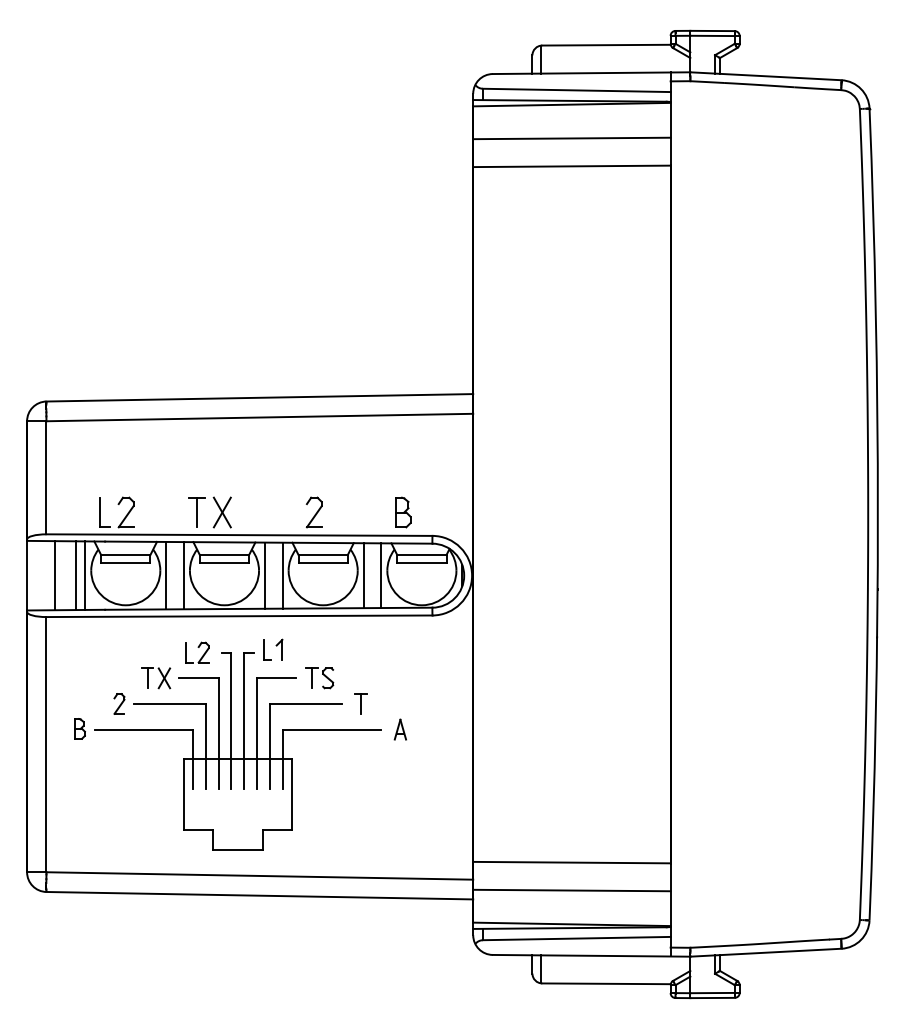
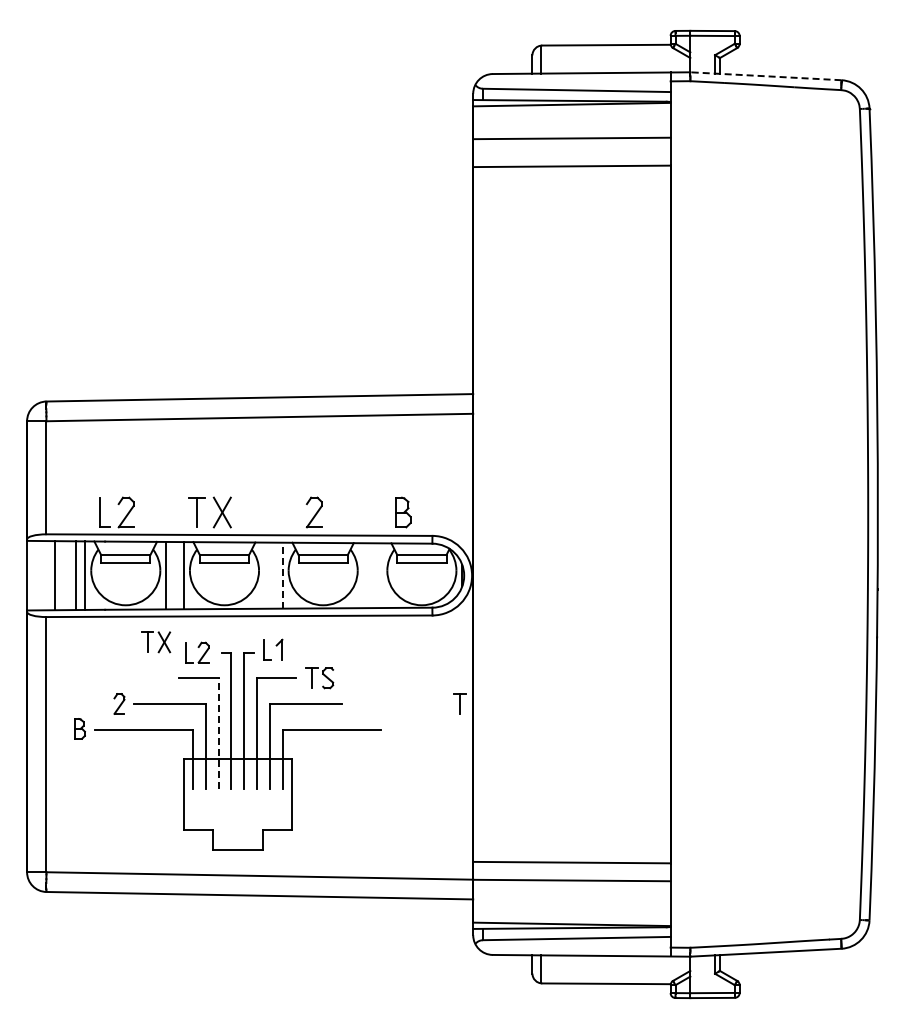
line at (765, 76): solid -> dashed
line at (264, 575): present -> none
line at (282, 575): solid -> dashed
line at (363, 575): present -> none
line at (381, 575): present -> none
part at (156, 678) position: (156, 678) -> (156, 642)
part at (360, 703) position: (360, 703) -> (459, 703)
part at (399, 729): present -> none
line at (218, 733): solid -> dashed
line at (571, 890) position: (571, 890) -> (571, 880)
